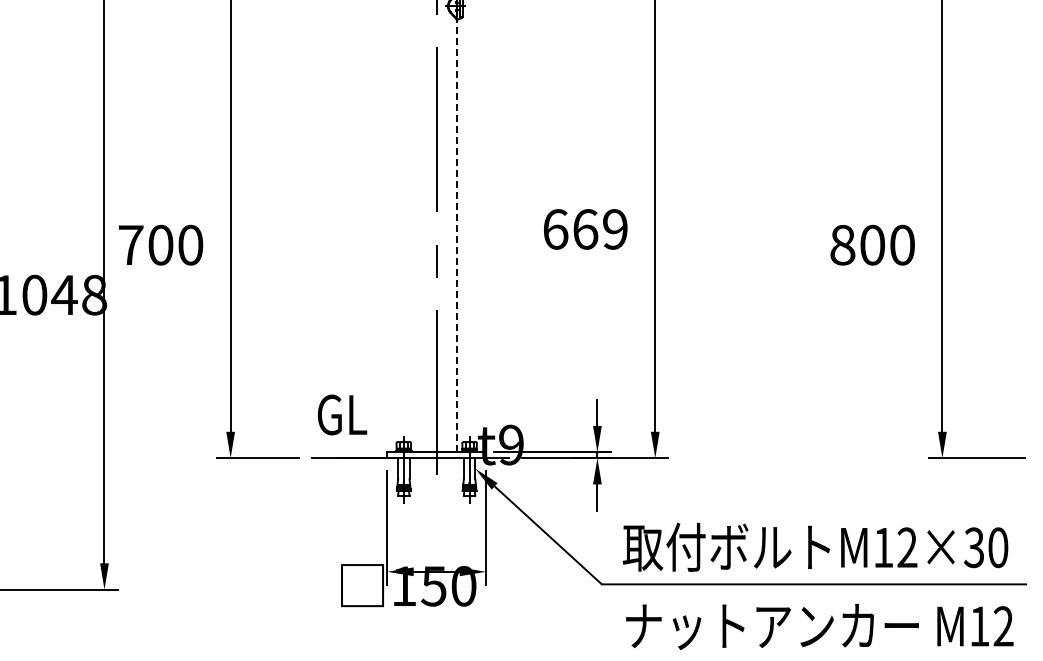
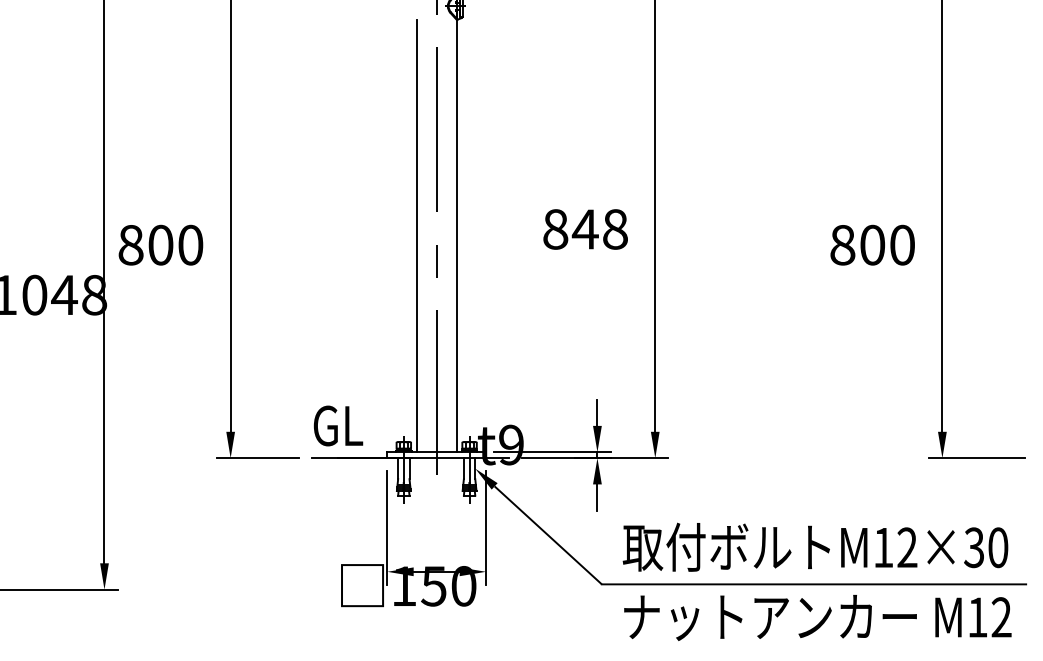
text at (585, 229): 669 -> 848
line at (416, 235): none -> present
line at (456, 235): dashed -> solid
text at (130, 245): 700 -> 800
text at (342, 414) position: (342, 414) -> (338, 425)
text at (819, 626) position: (819, 626) -> (817, 617)
